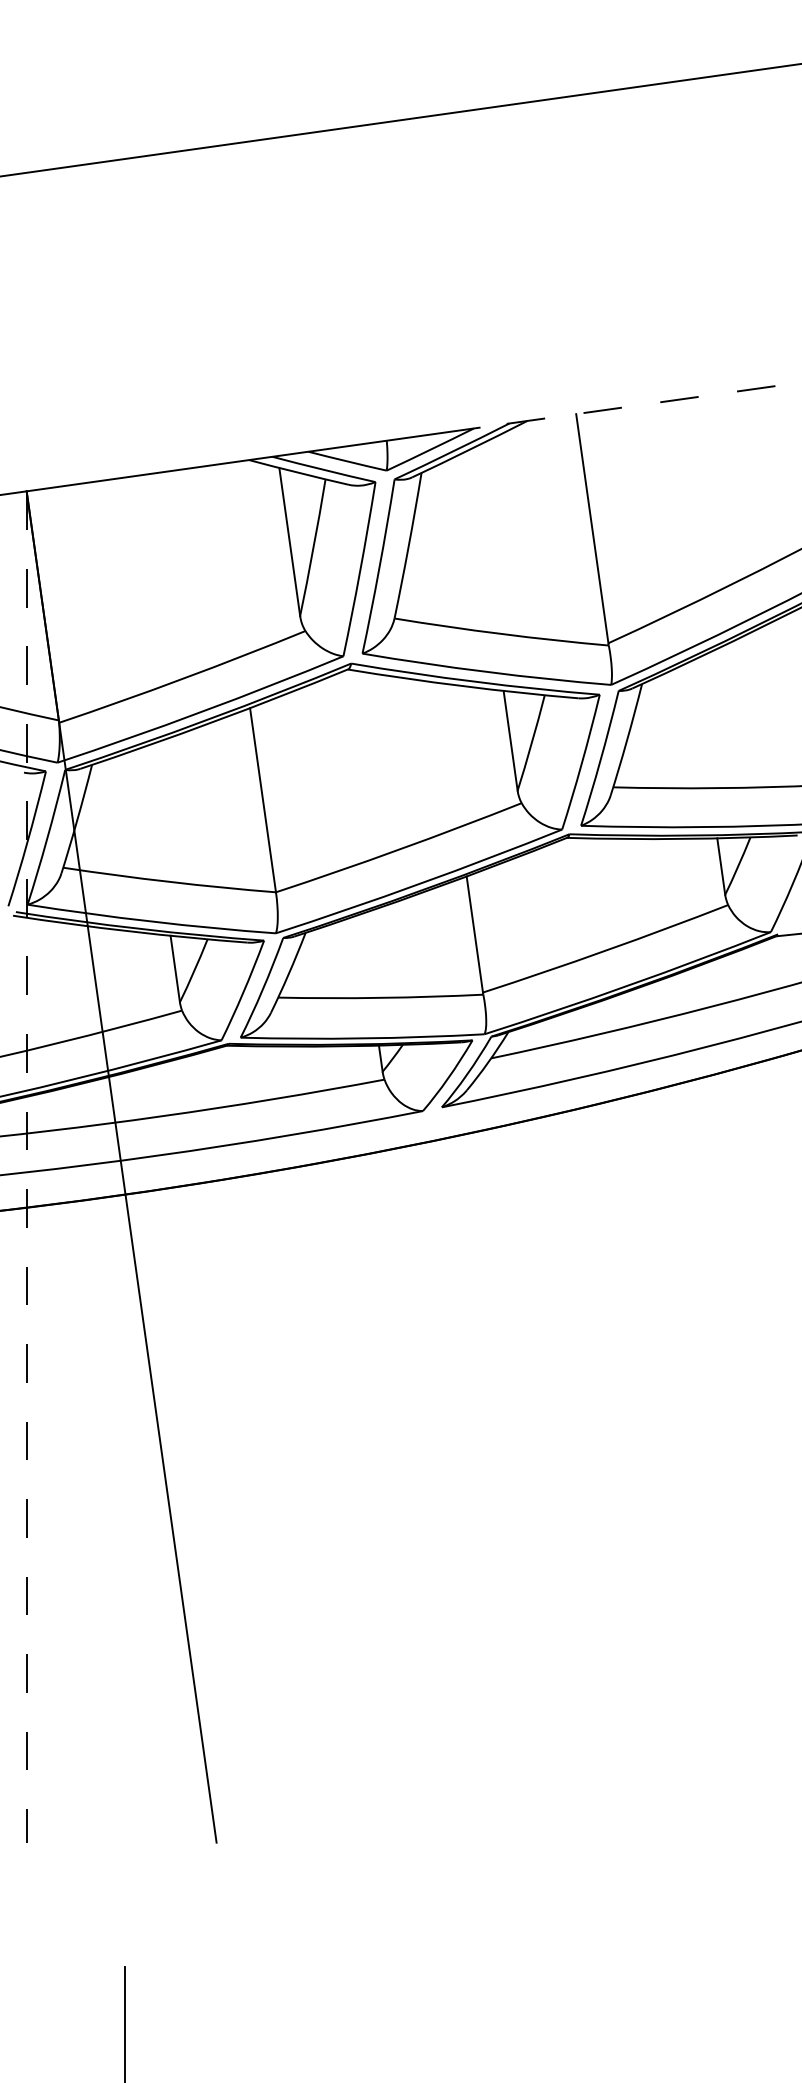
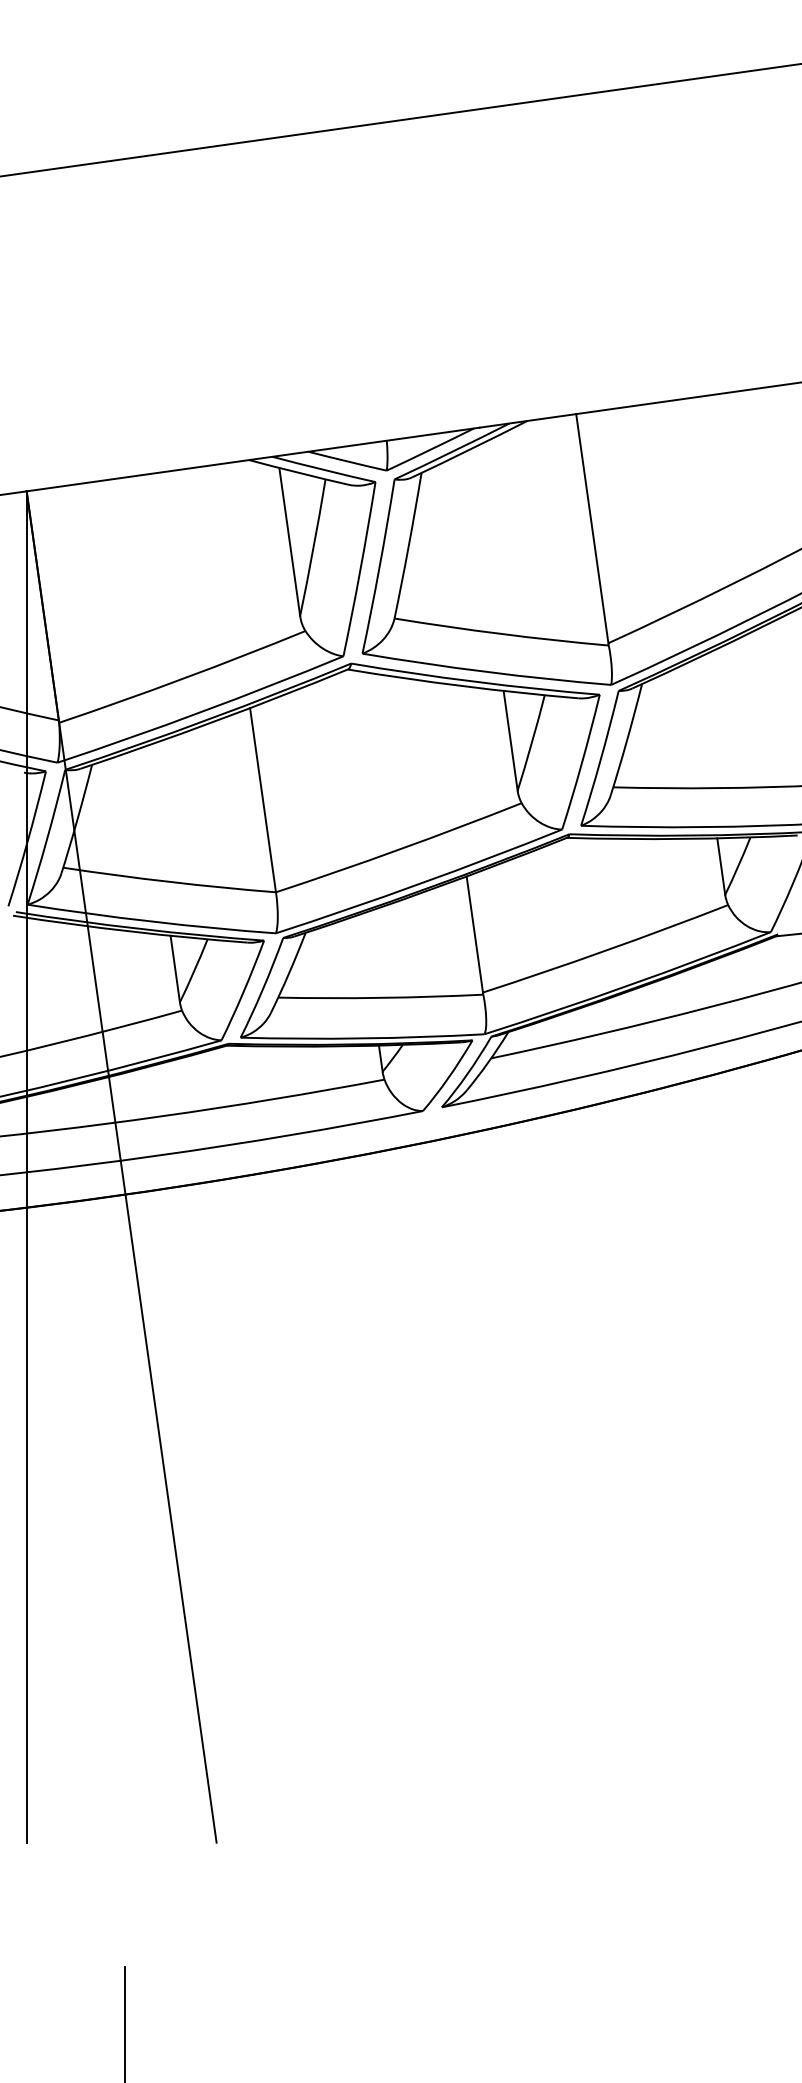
line at (639, 405): dashed -> solid
line at (26, 1167): dashed -> solid
